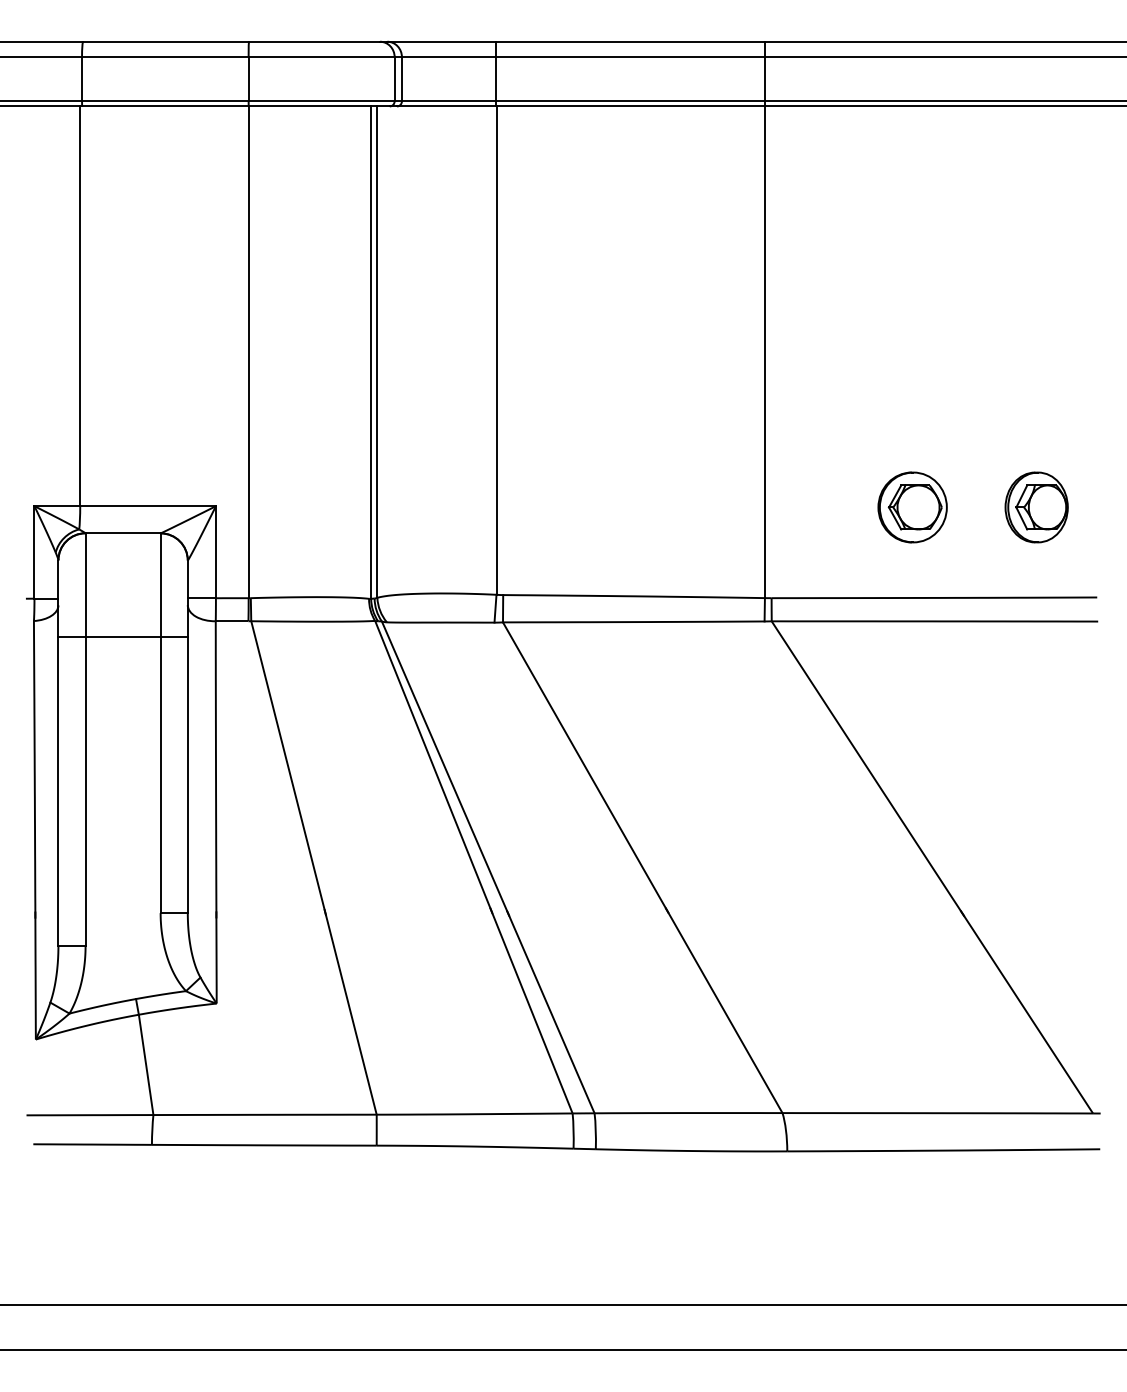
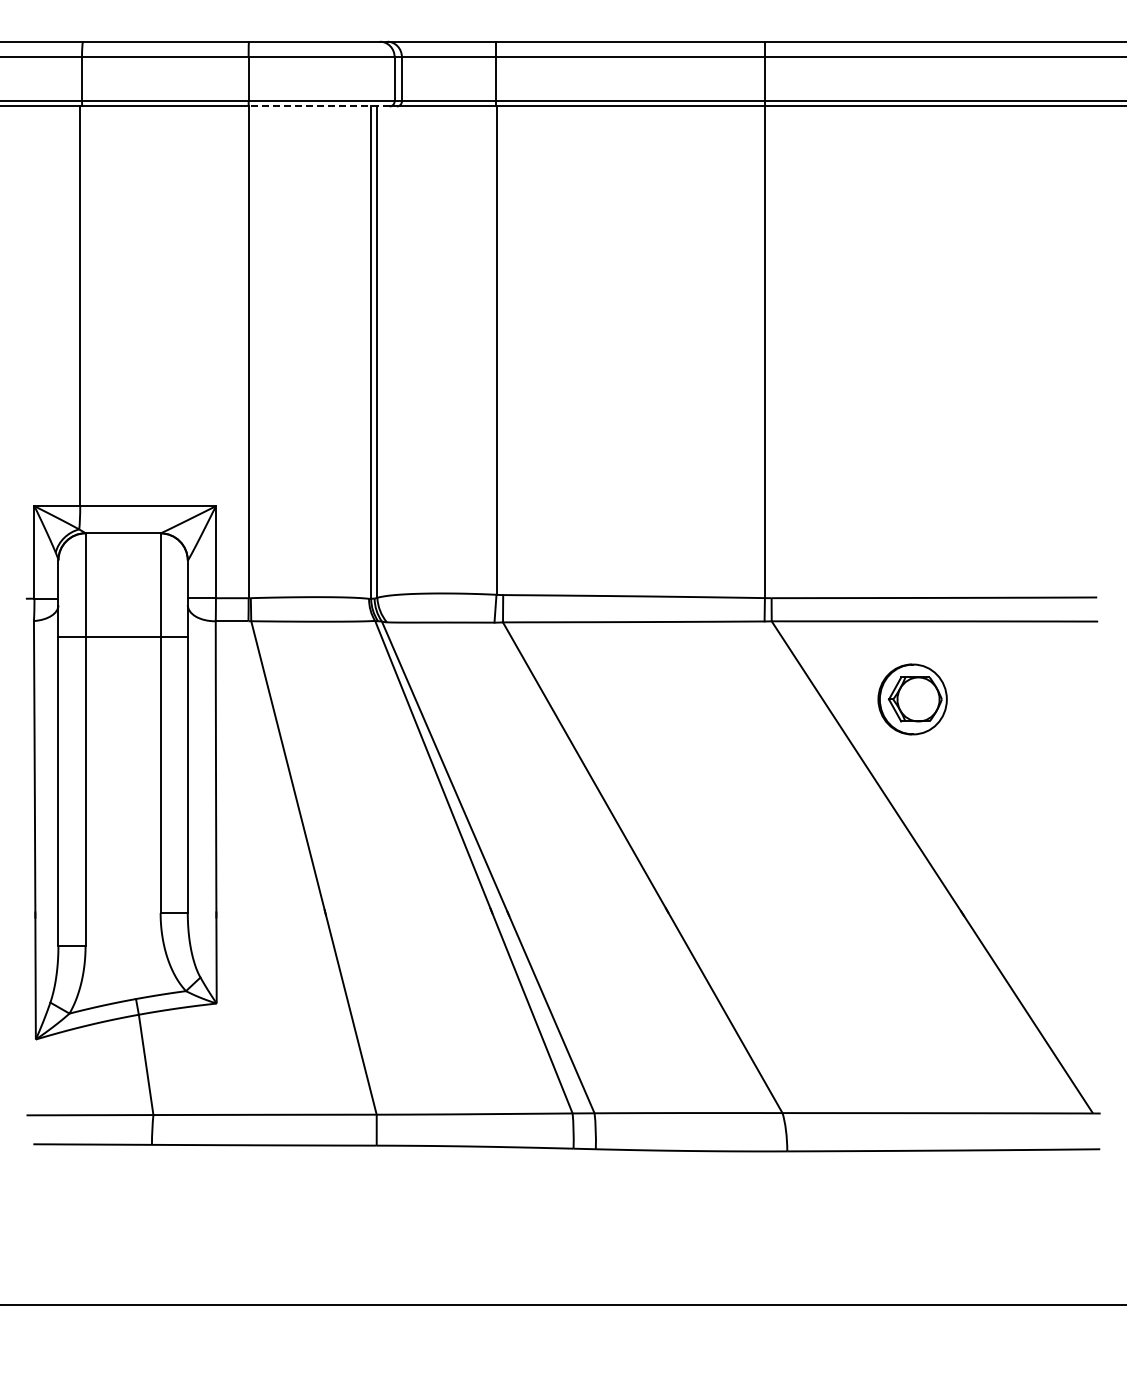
line at (319, 106): solid -> dashed
part at (912, 507) position: (912, 507) -> (912, 699)
part at (1036, 507): present -> none
line at (562, 1350): present -> none
